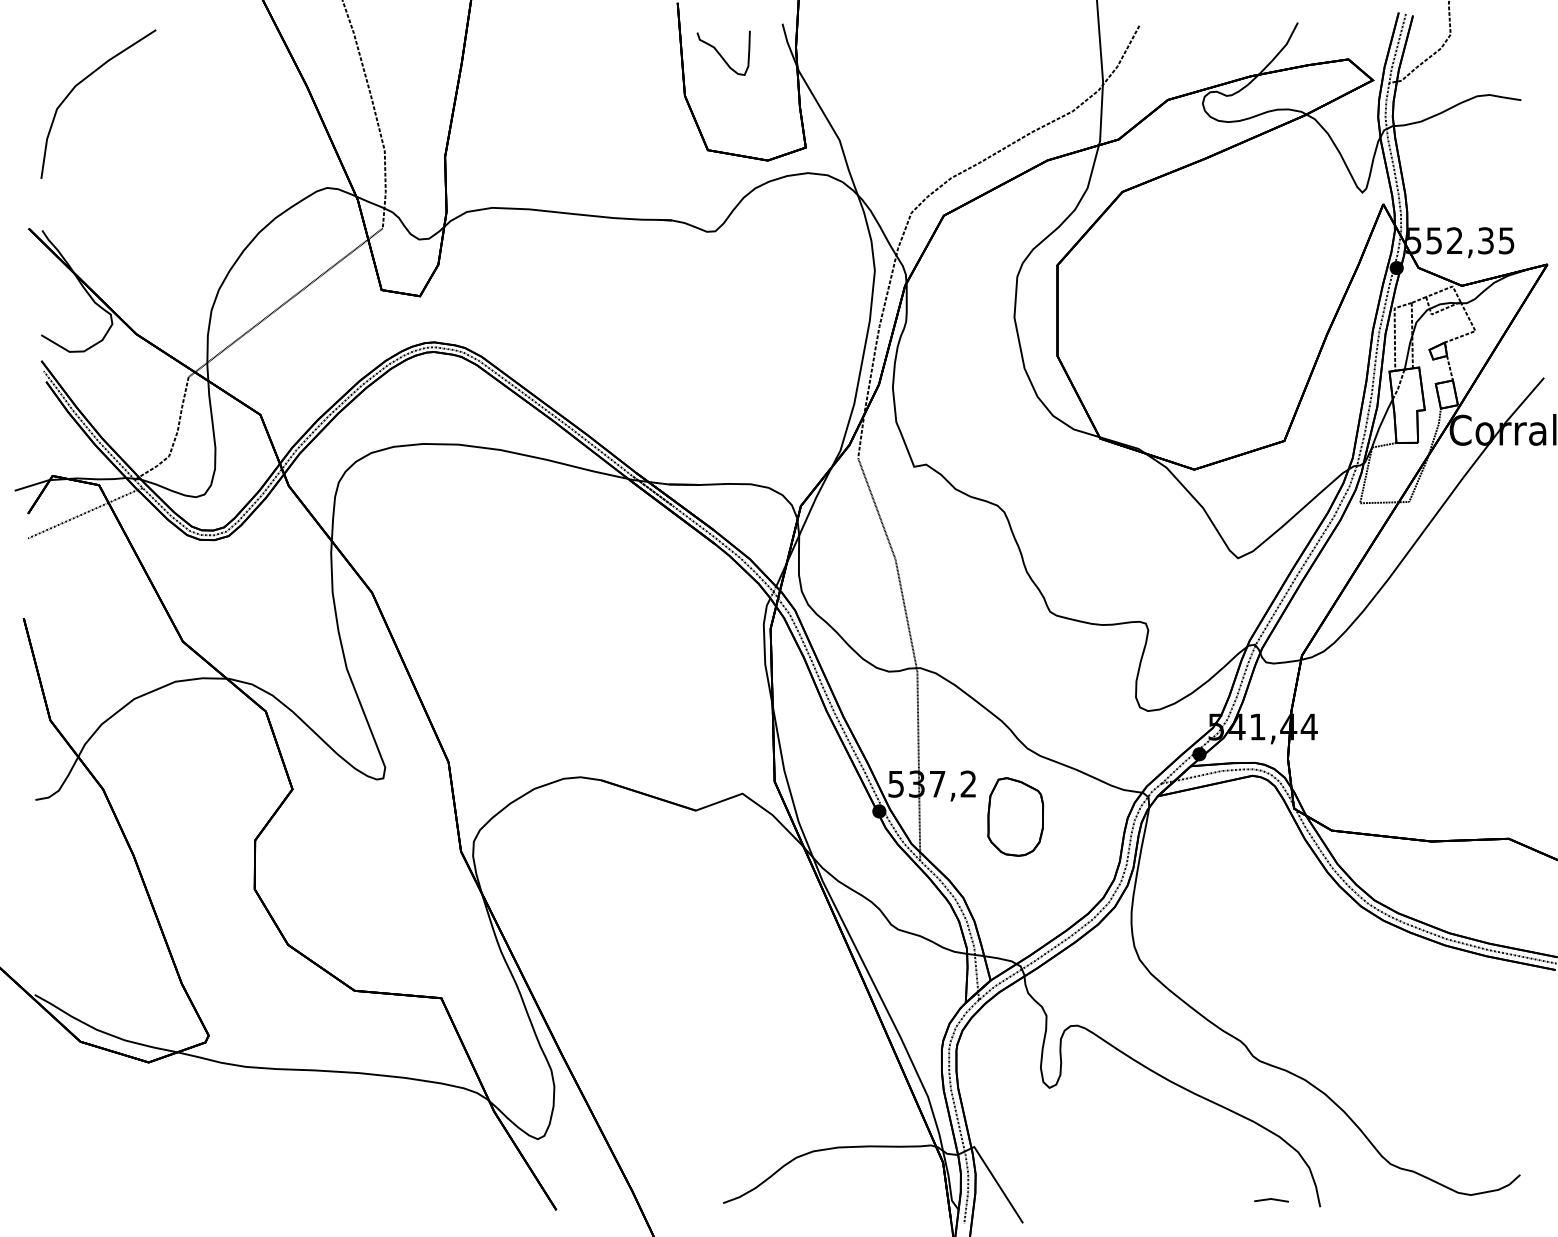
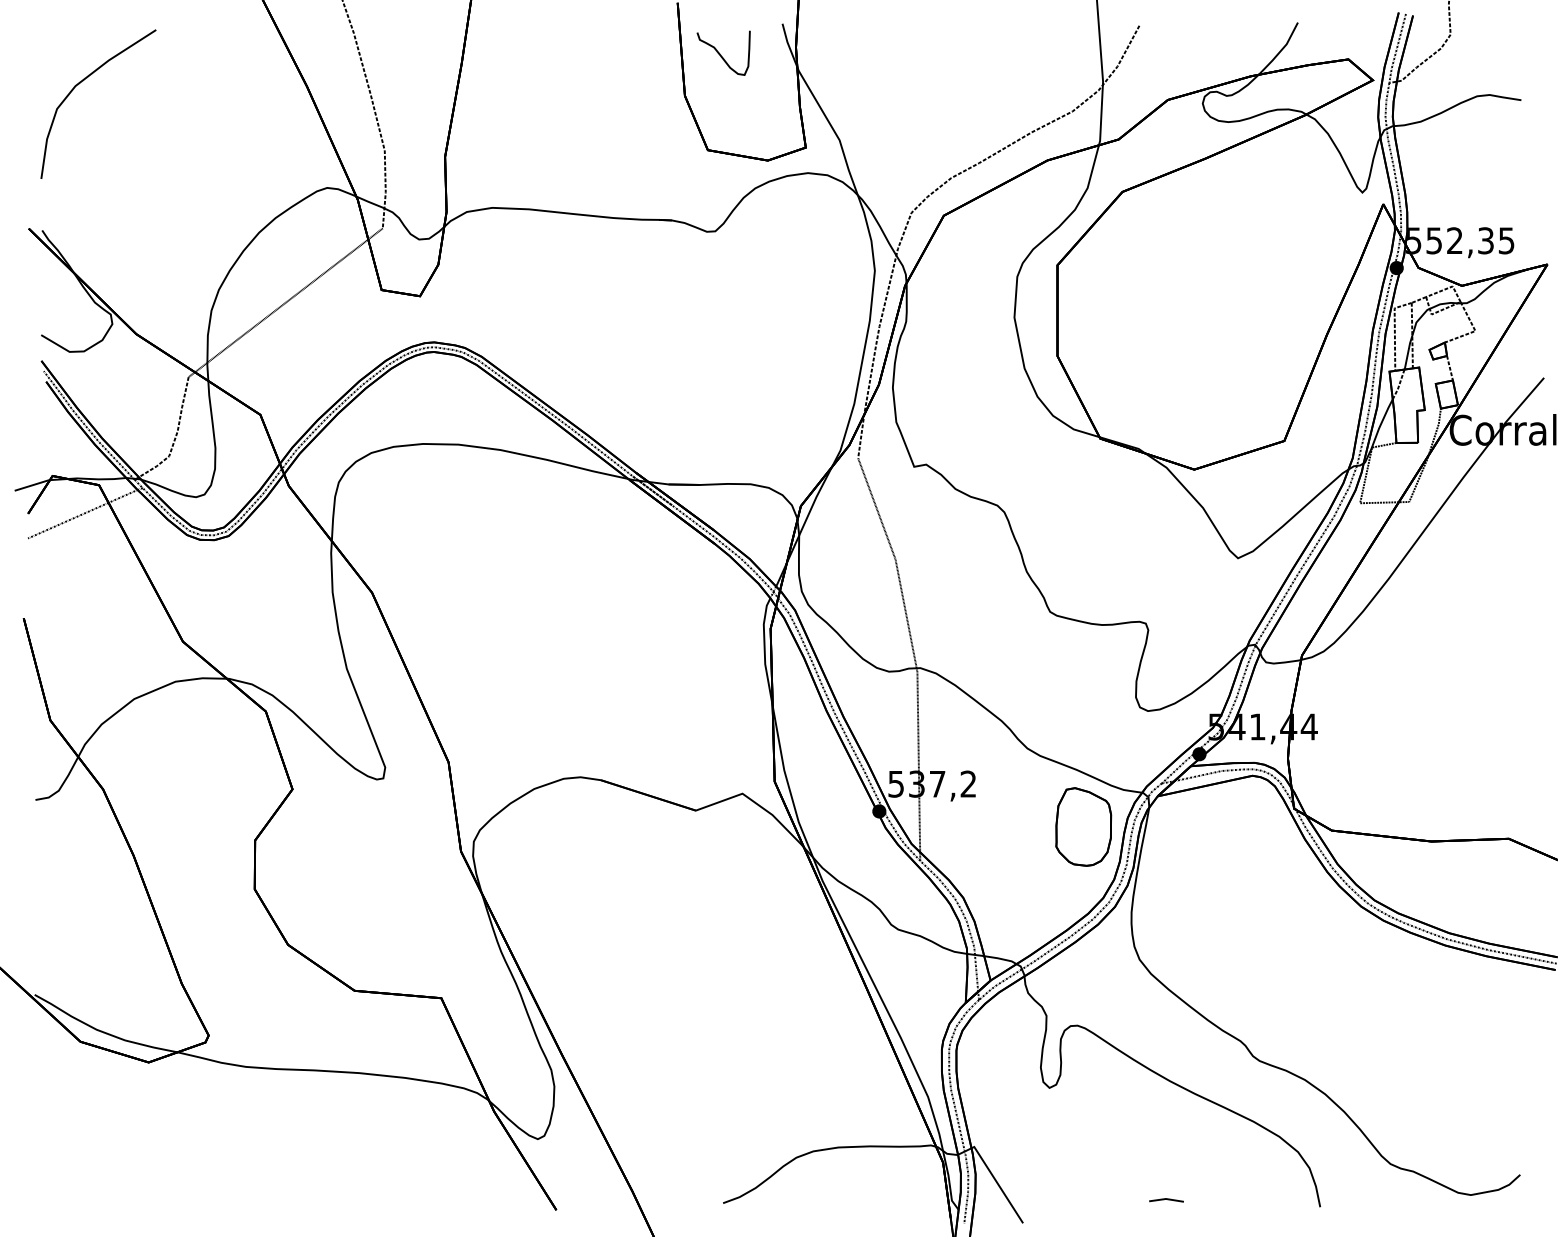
part at (1015, 816) position: (1015, 816) -> (1083, 826)
line at (1271, 1199) position: (1271, 1199) -> (1166, 1199)
